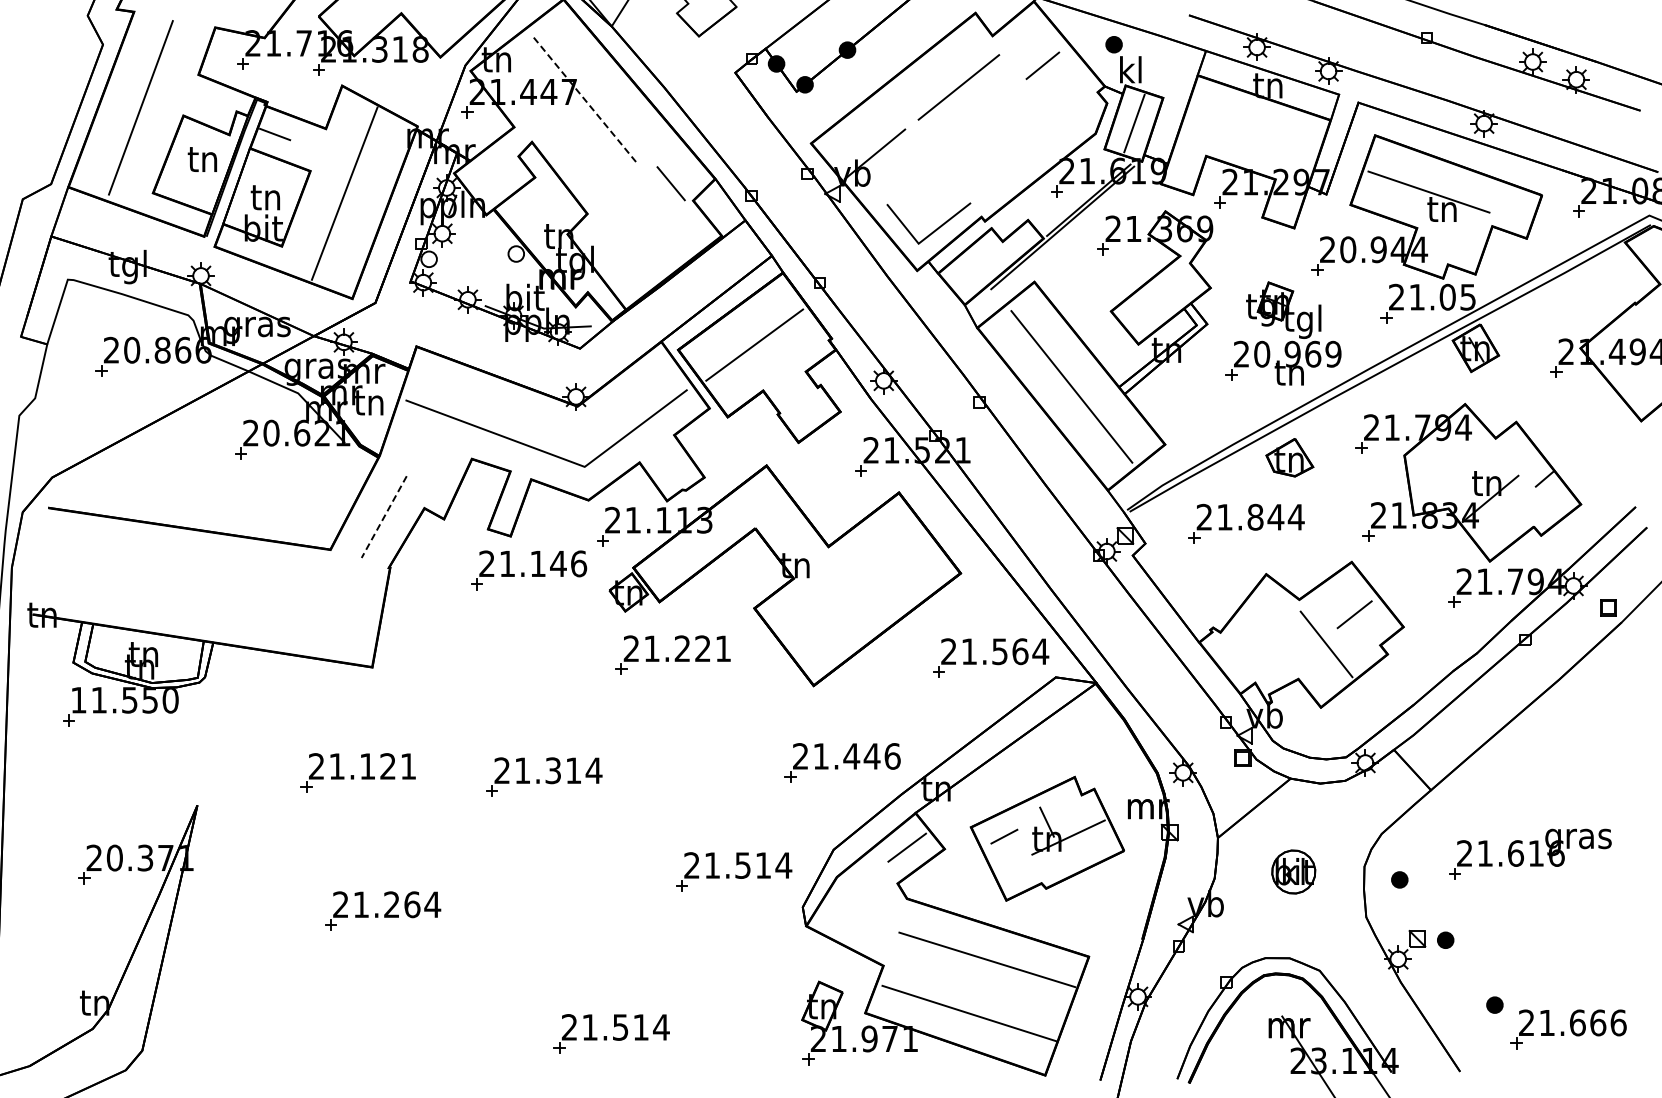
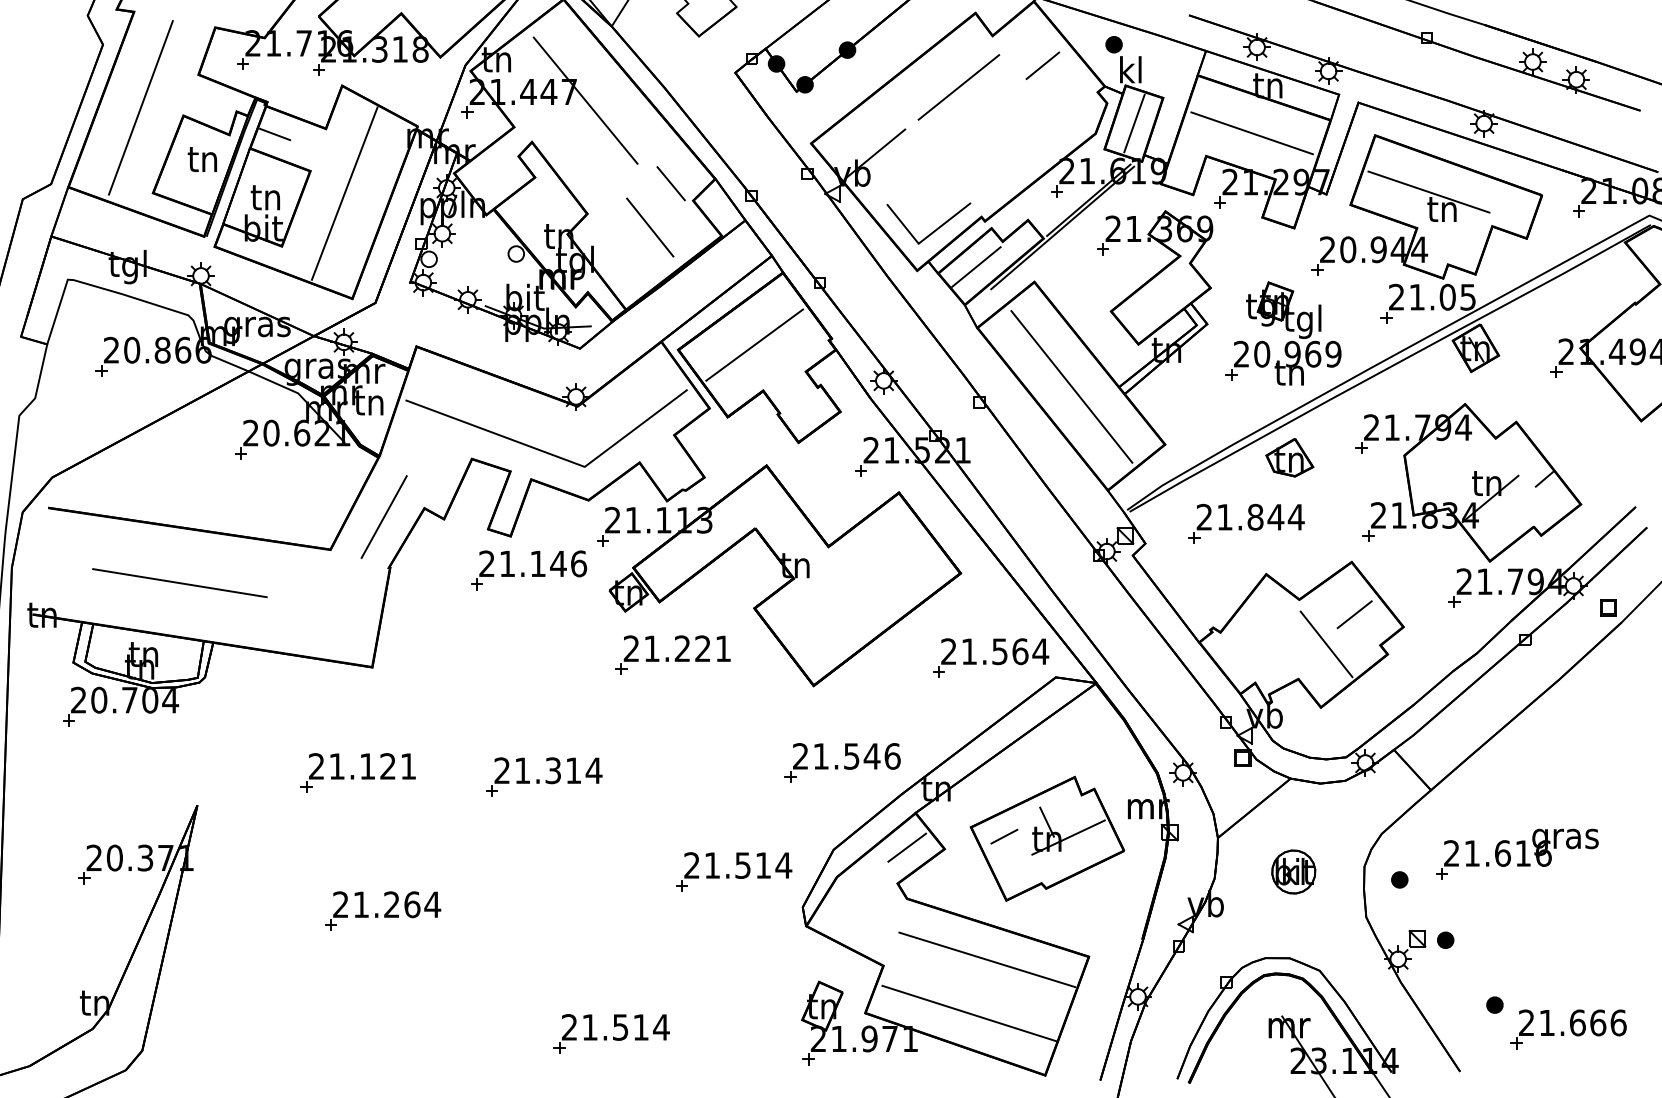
line at (585, 100): dashed -> solid
line at (1251, 133): none -> present
line at (650, 227): none -> present
line at (976, 266): none -> present
line at (384, 517): dashed -> solid
line at (179, 583): none -> present
text at (125, 699): 11.550 -> 20.704
text at (851, 756): 21.446 -> 21.546
part at (1530, 853) position: (1530, 853) -> (1517, 853)
